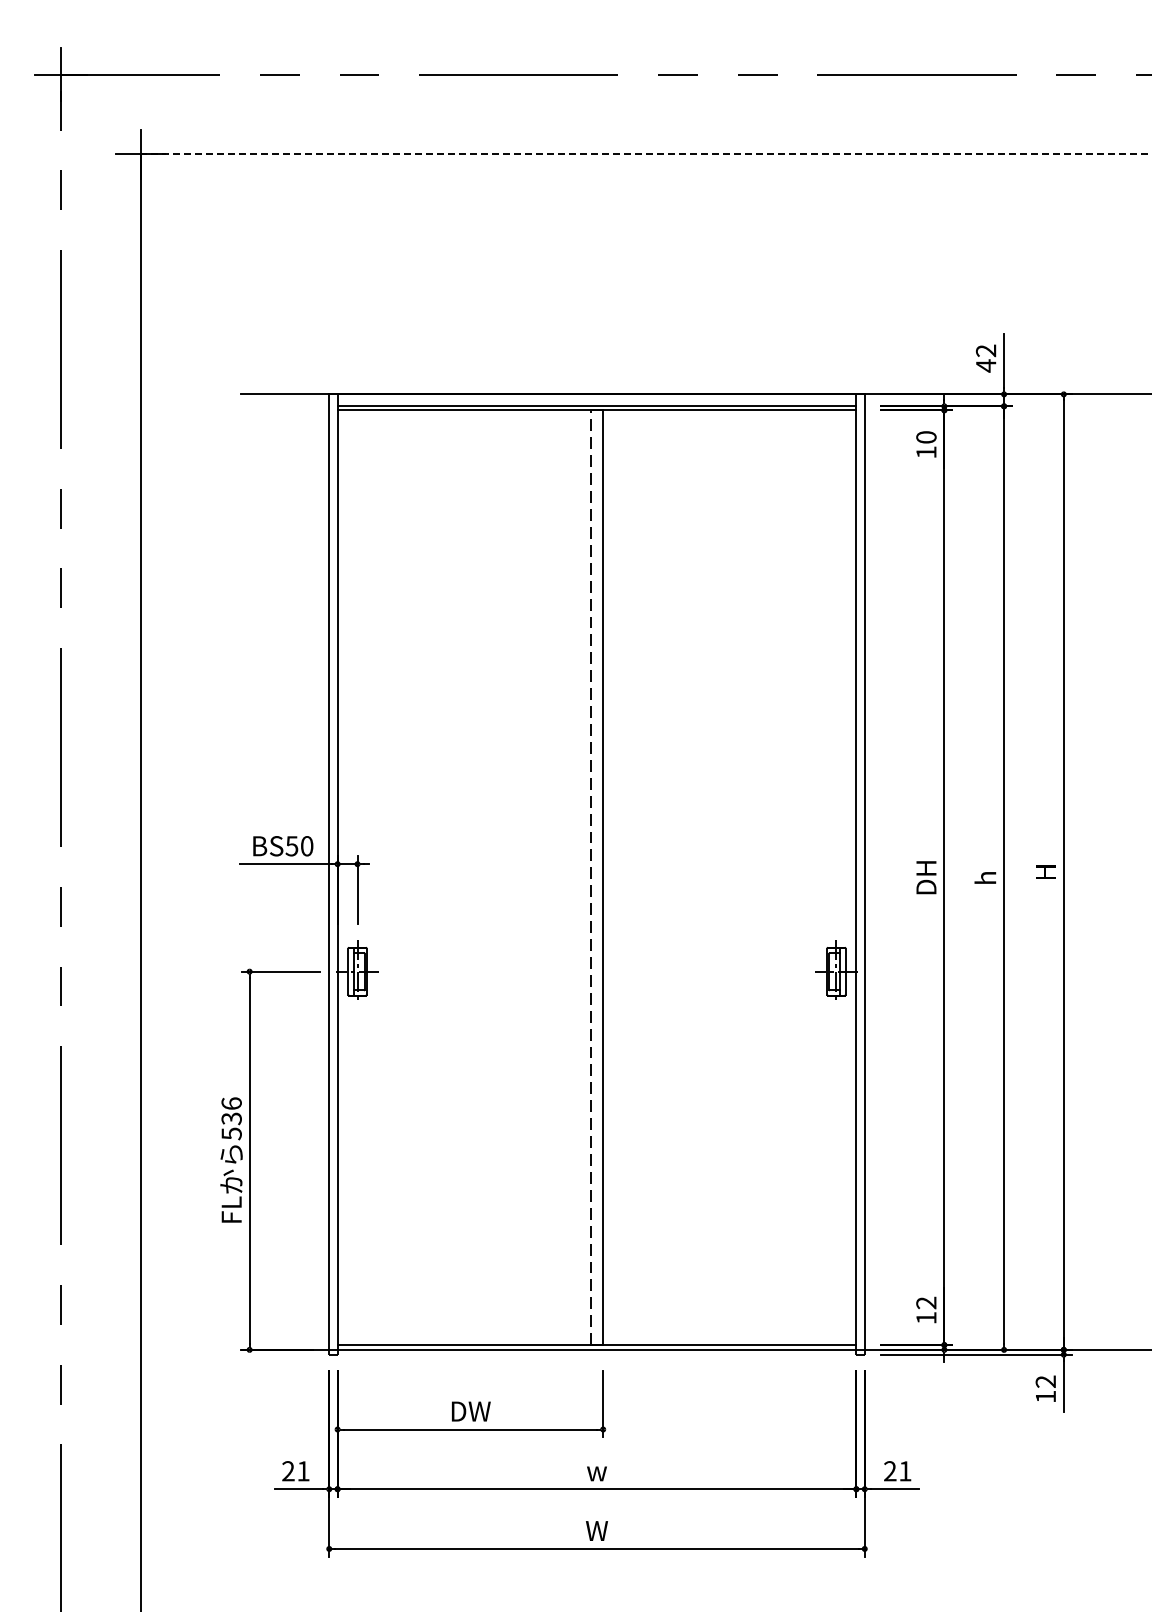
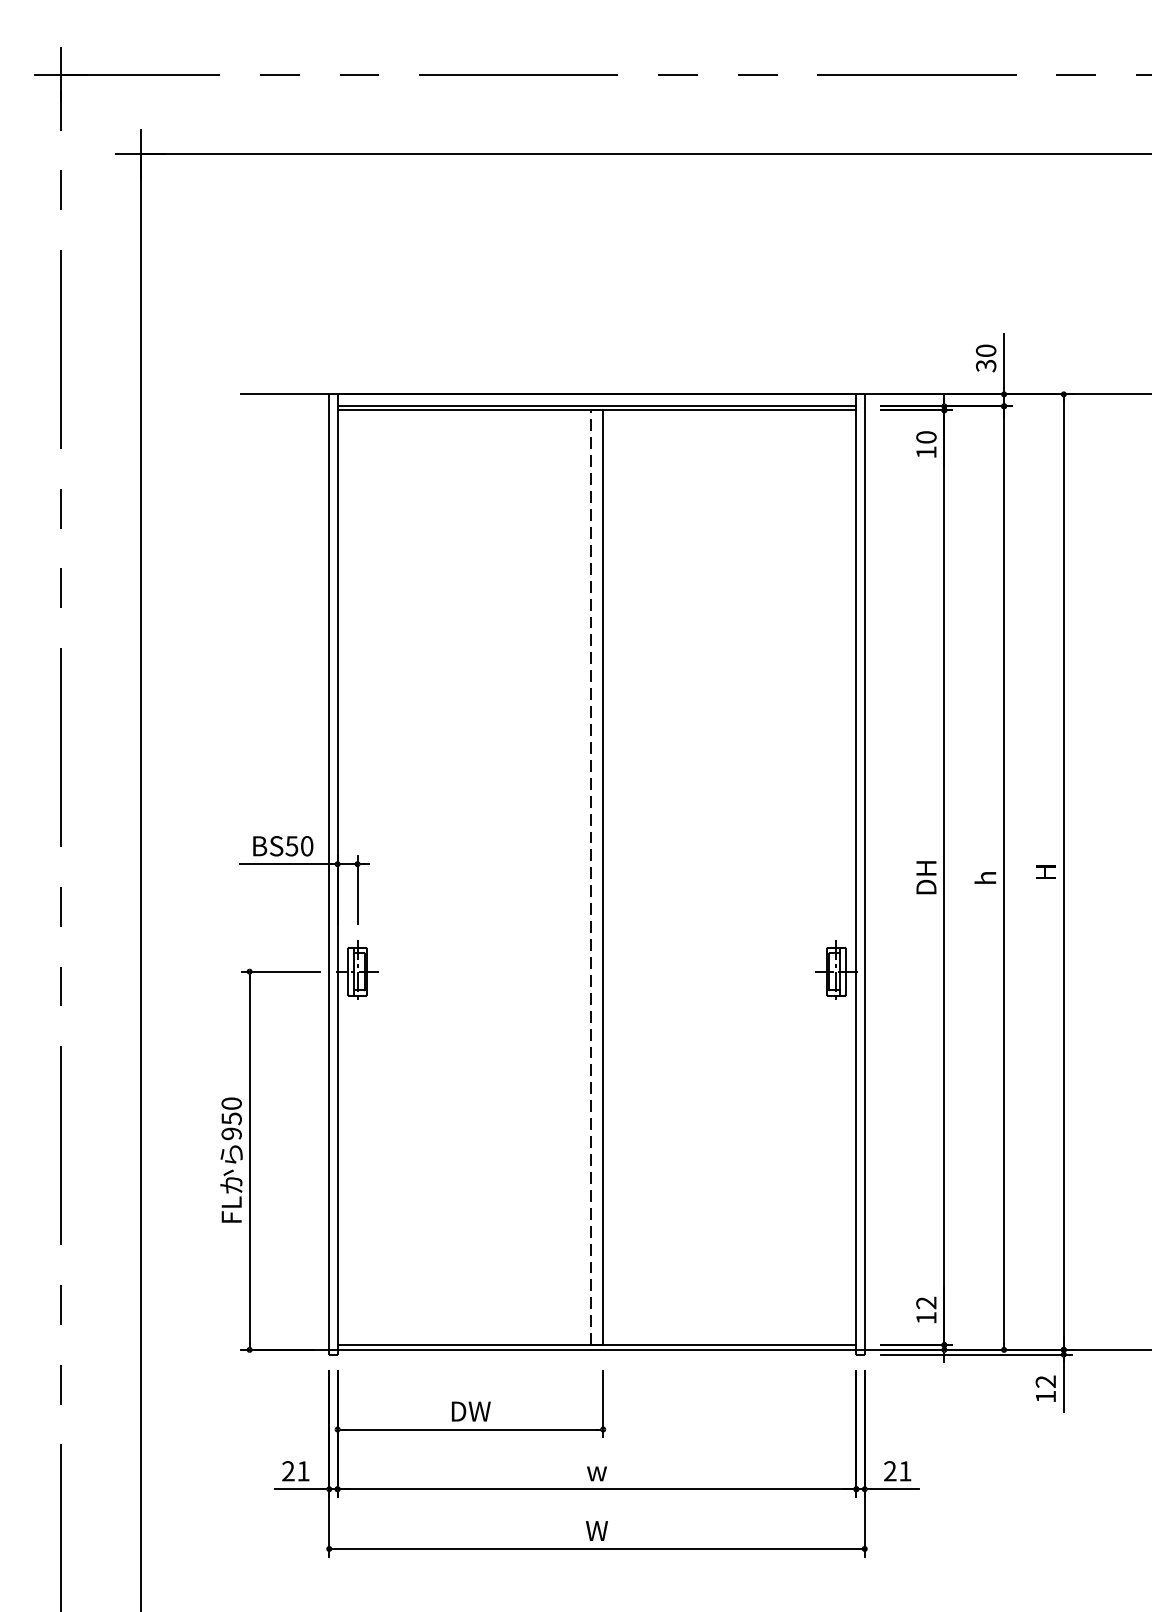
line at (645, 154): dashed -> solid
text at (985, 358): 42 -> 30
text at (231, 1118): 536 -> 950
